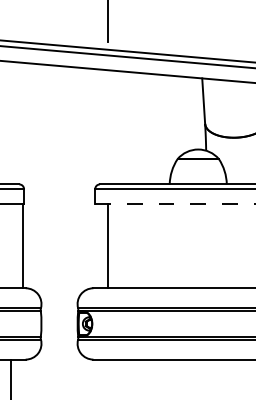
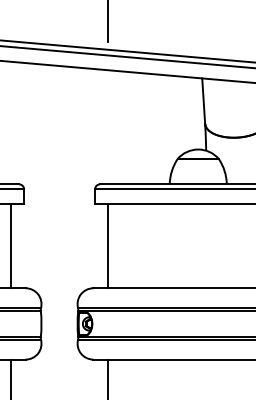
line at (174, 204): dashed -> solid
line at (23, 246) position: (23, 246) -> (11, 246)
line at (107, 377): none -> present
